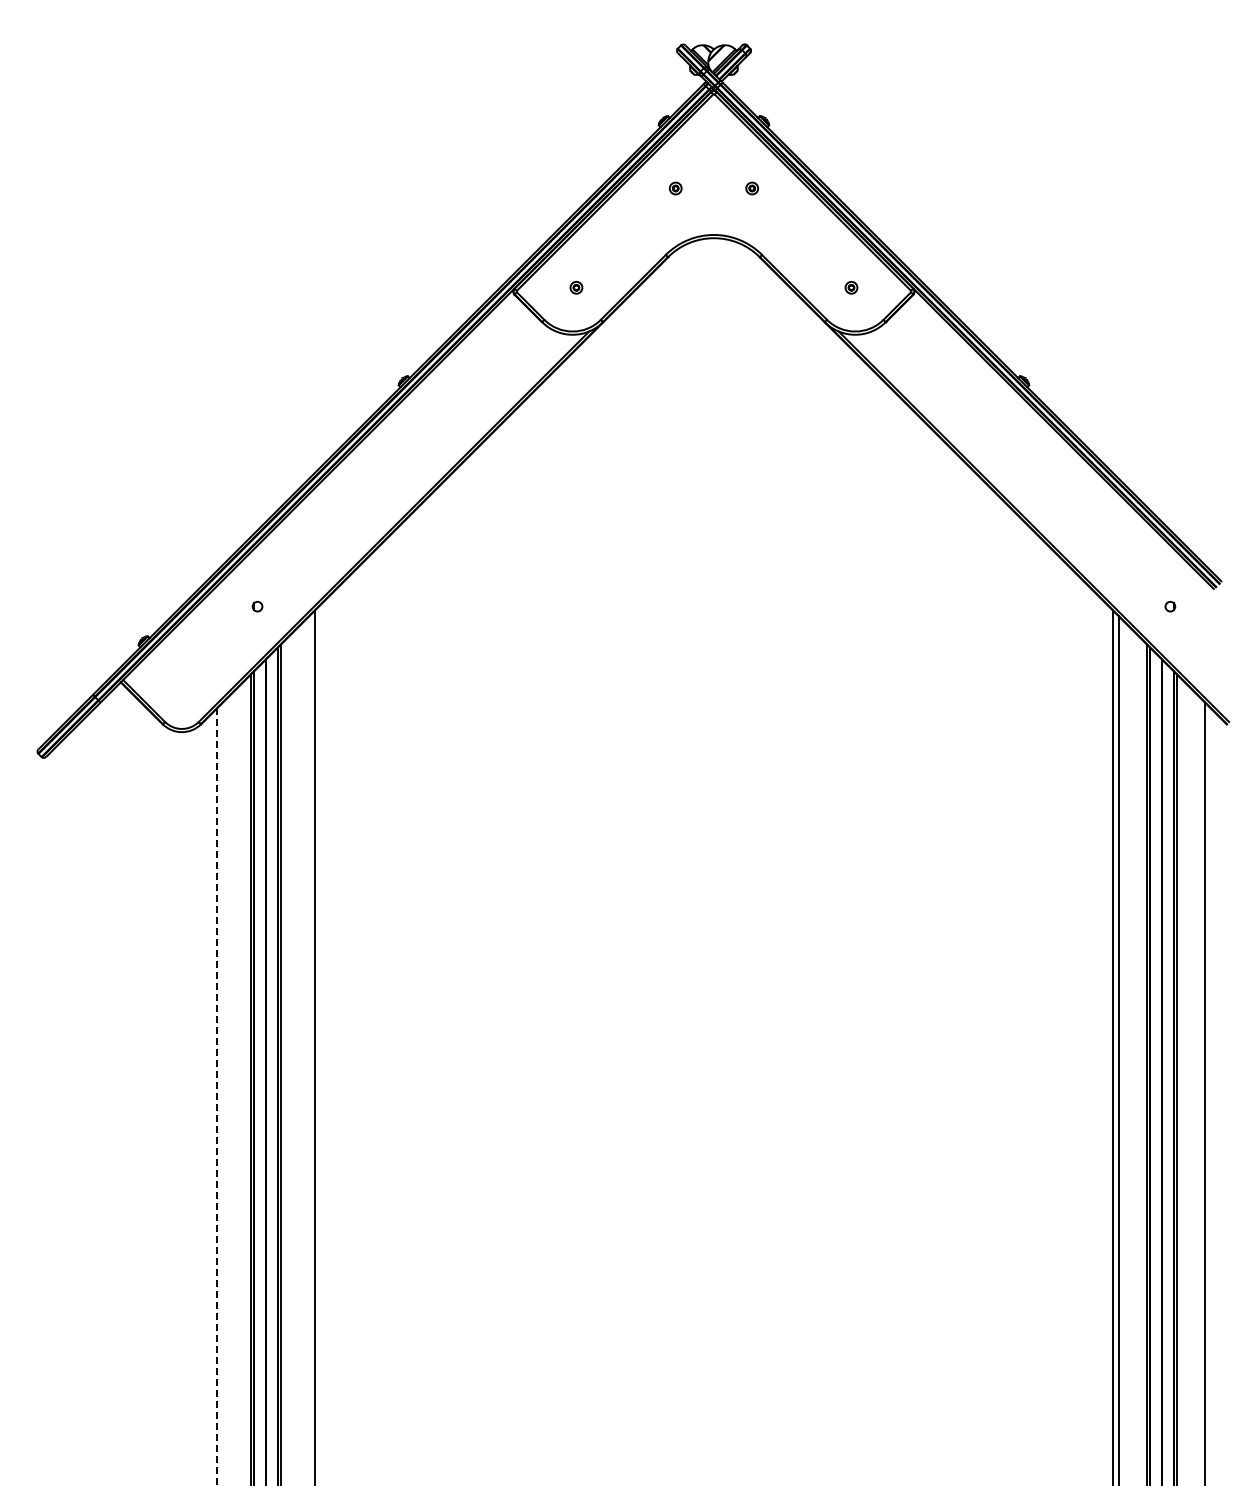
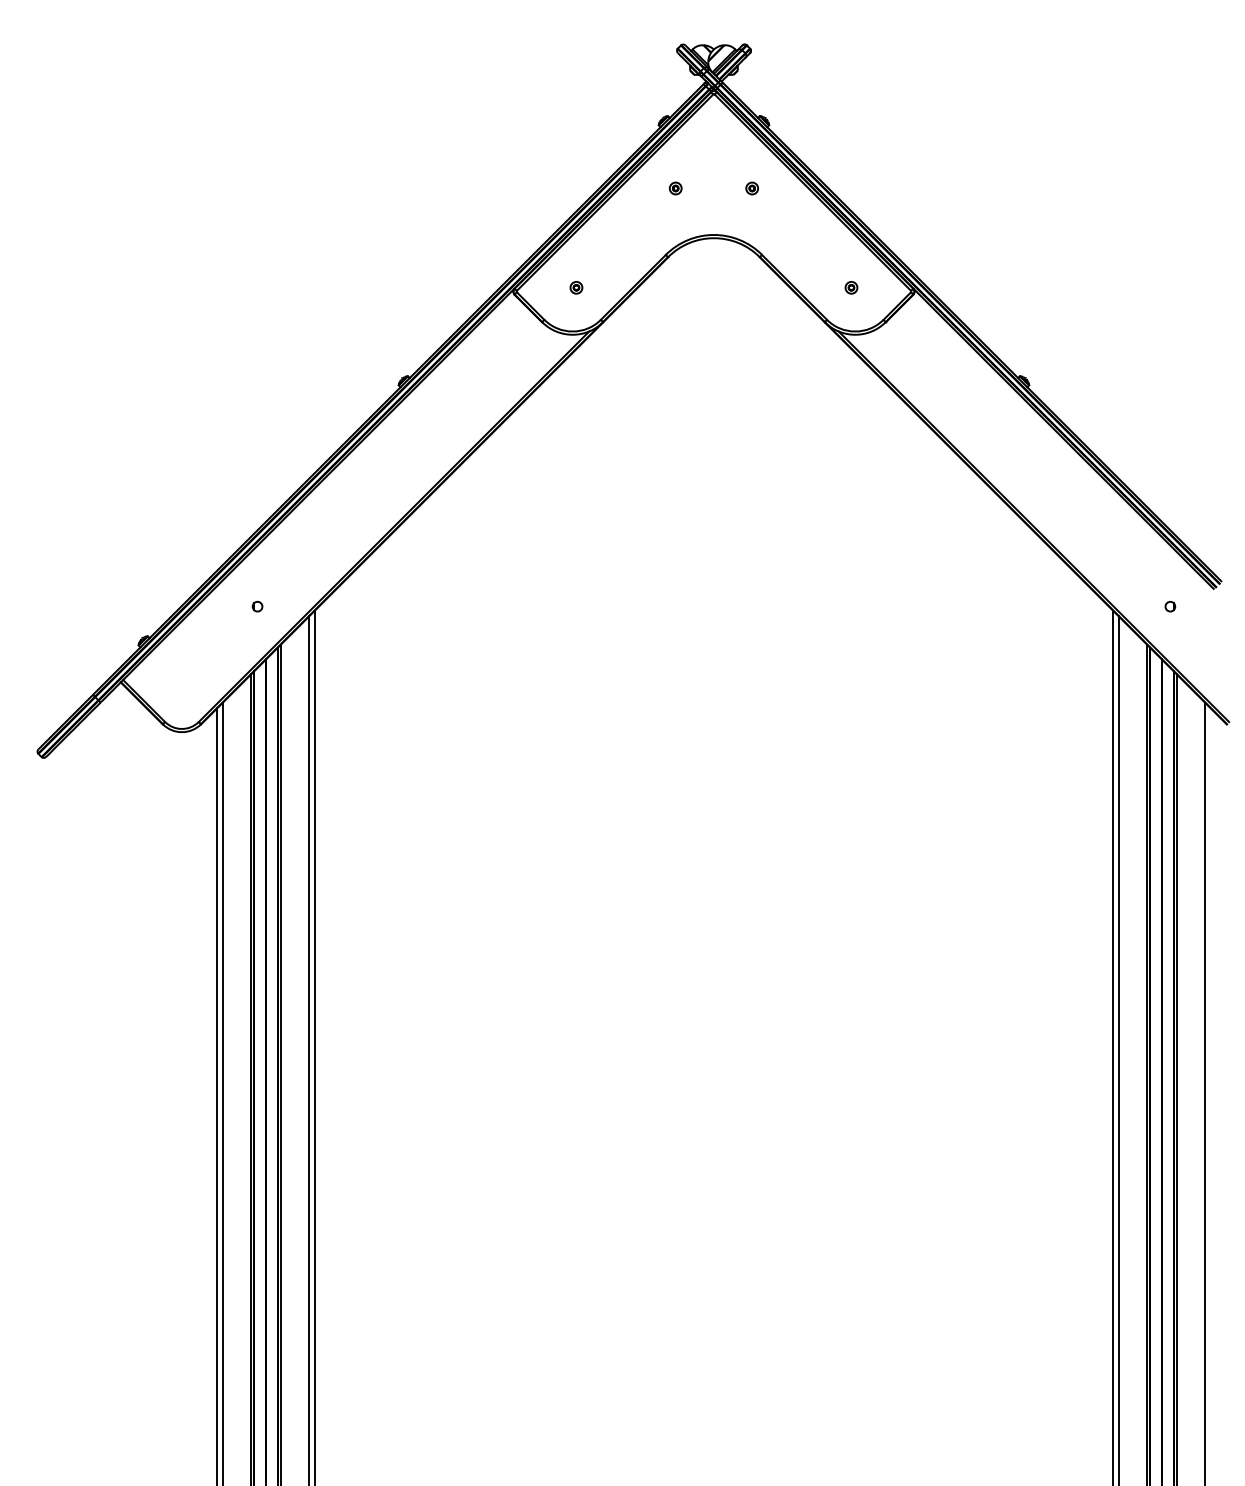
line at (309, 1049): none -> present
line at (222, 1092): none -> present
line at (217, 1096): dashed -> solid
